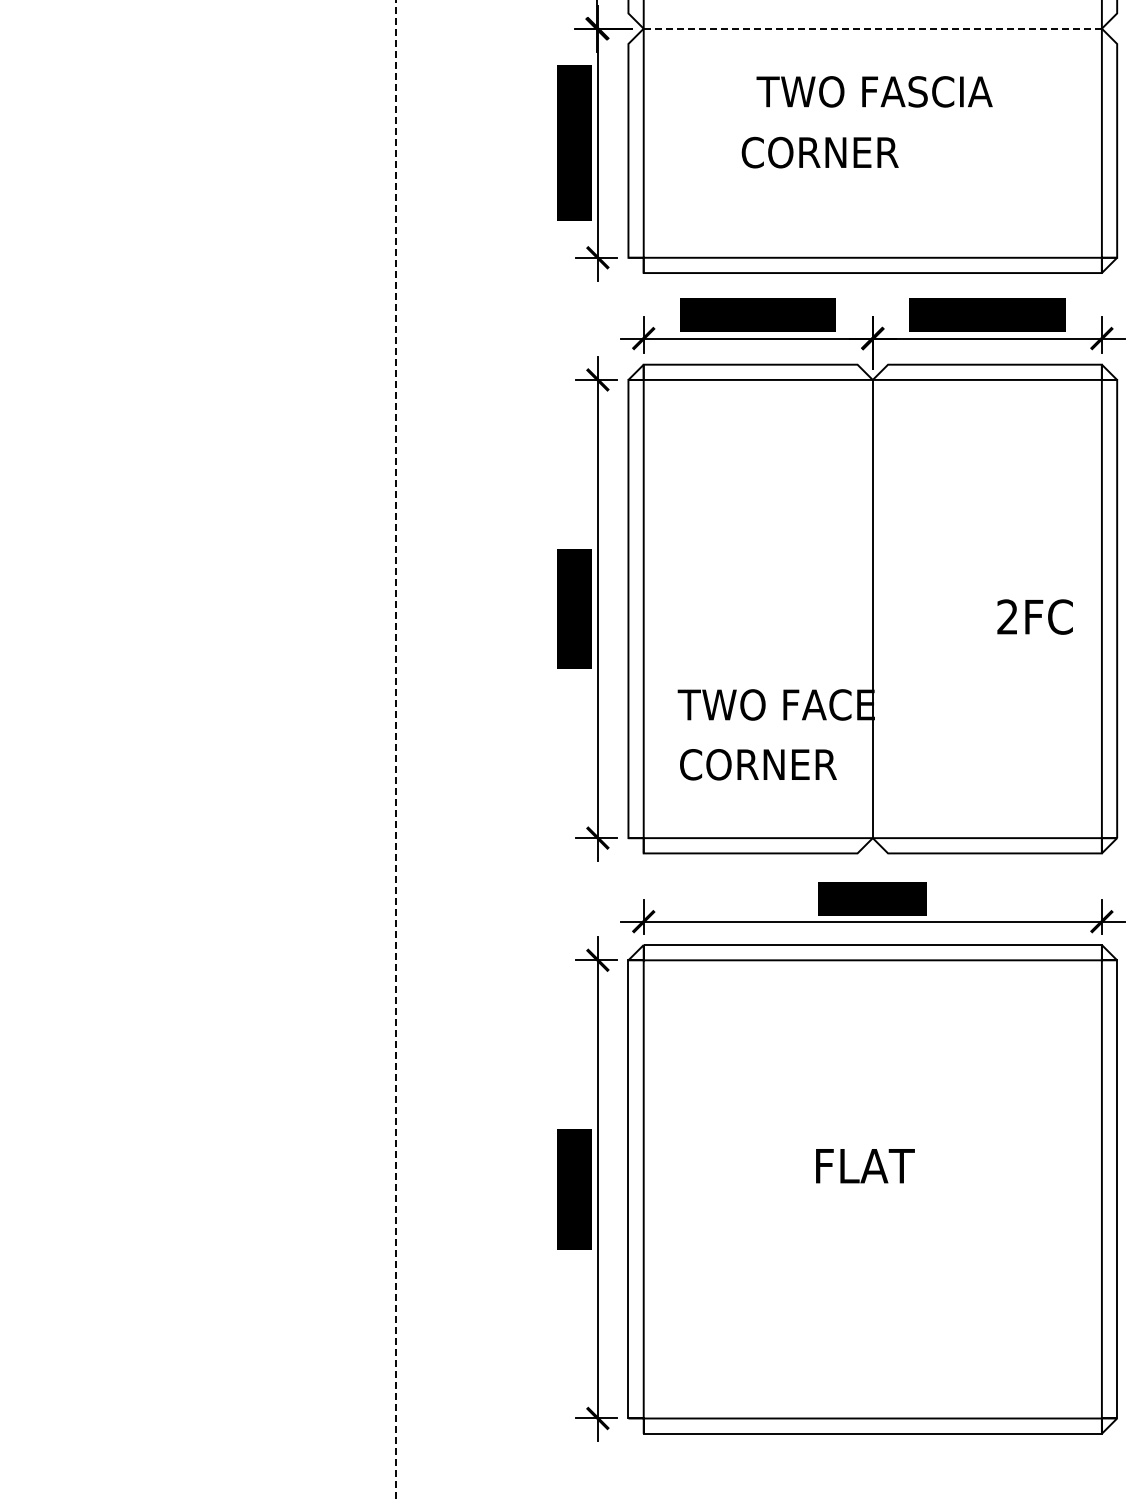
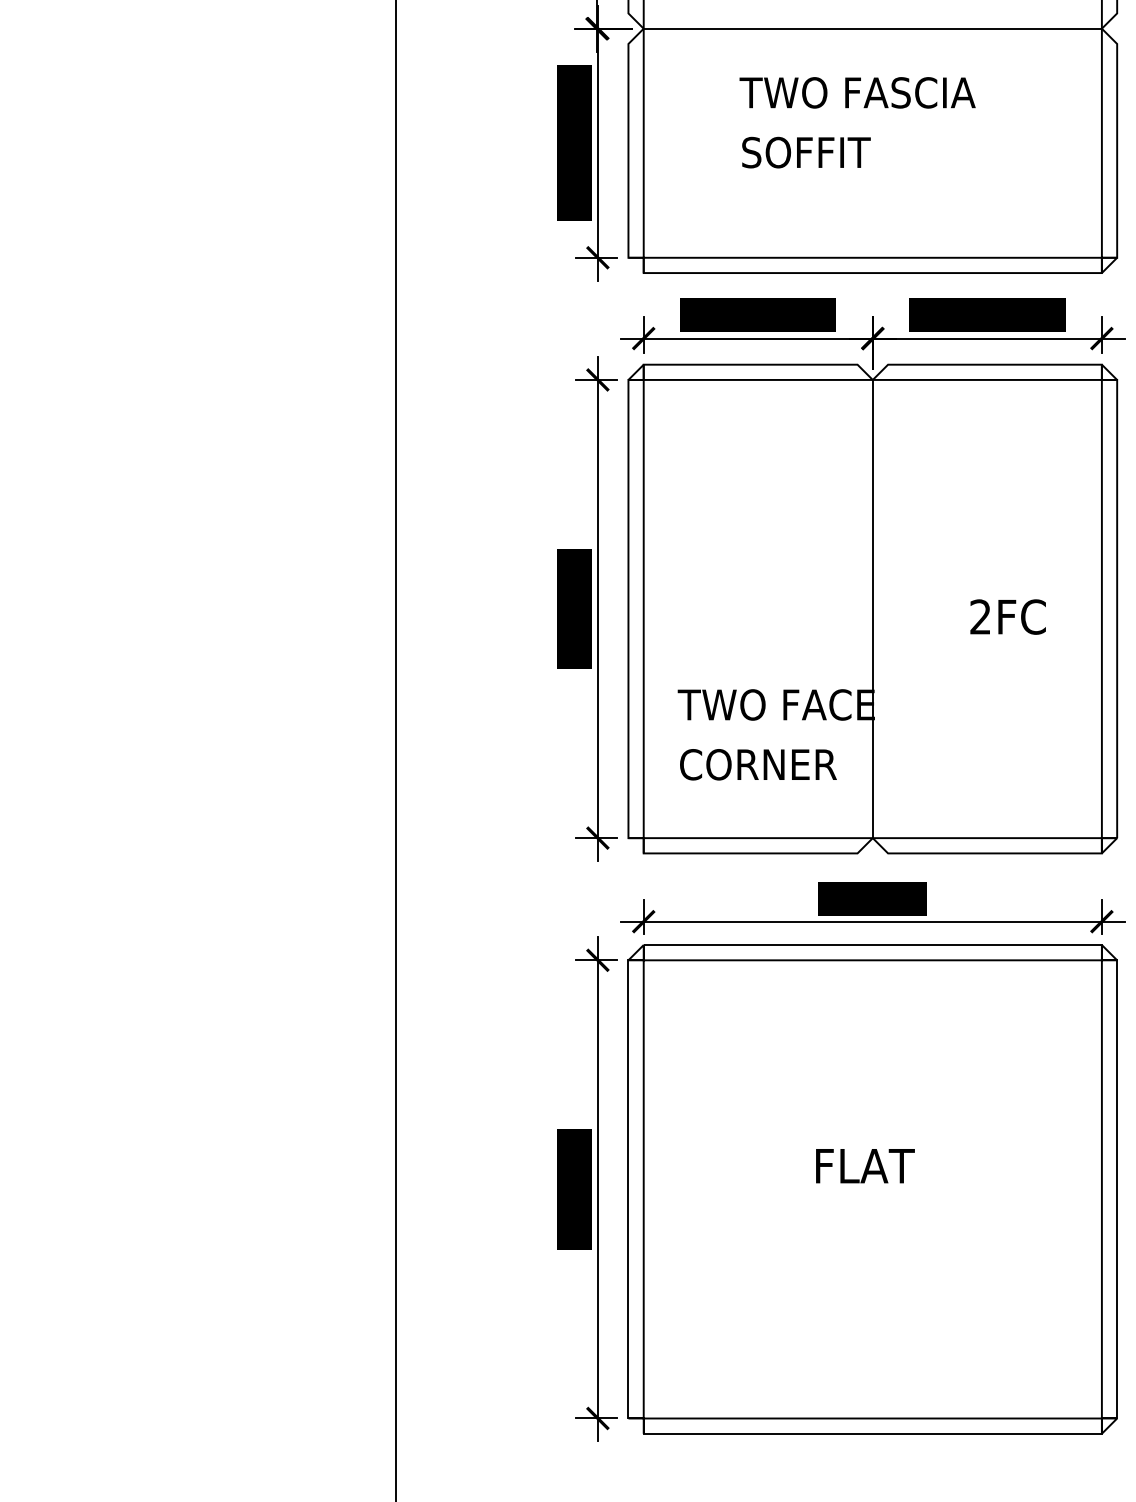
line at (873, 28): dashed -> solid
text at (874, 91) position: (874, 91) -> (857, 92)
text at (819, 152): CORNER -> SOFFIT
text at (1034, 616) position: (1034, 616) -> (1007, 616)
line at (395, 750): dashed -> solid
